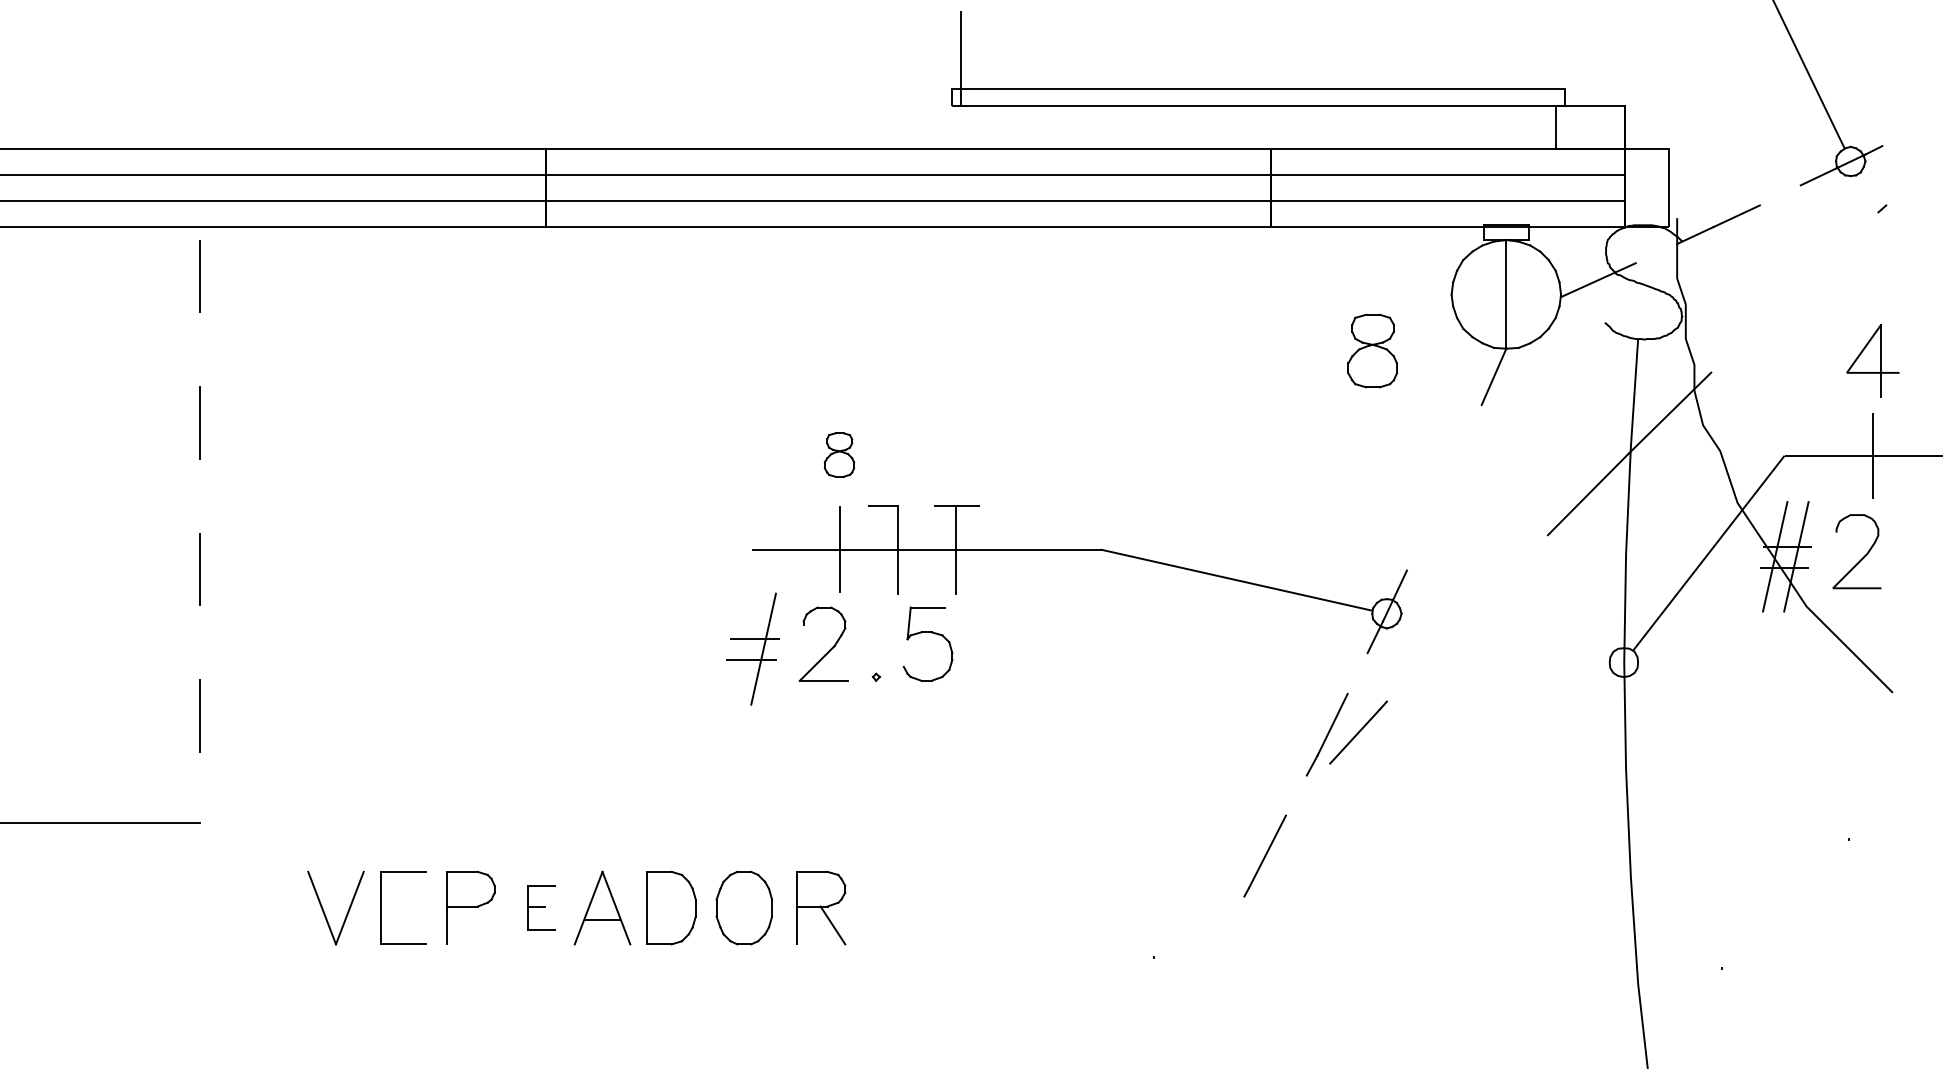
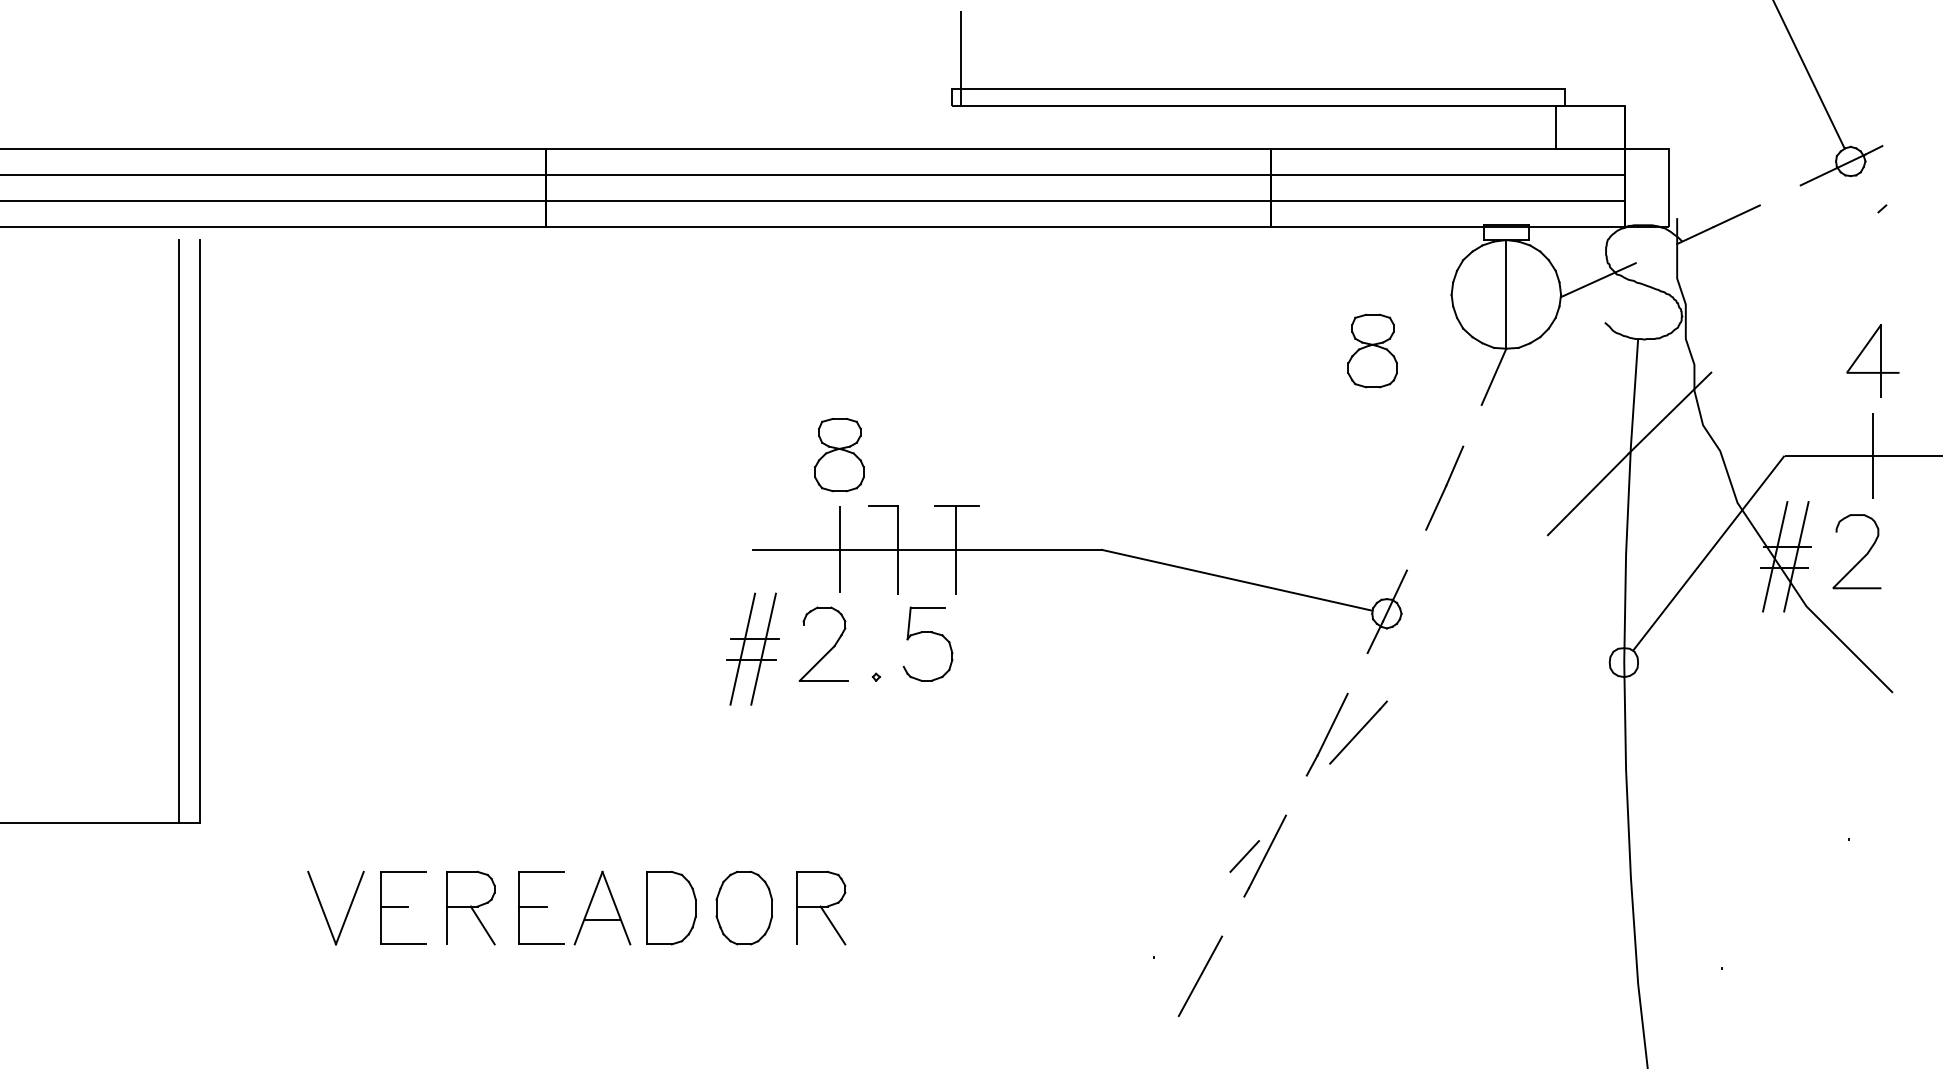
part at (839, 454) size: 33x46 px -> 51x76 px
line at (1444, 487): none -> present
line at (178, 531): none -> present
line at (200, 531): dashed -> solid
line at (742, 648): none -> present
line at (1244, 856): none -> present
line at (394, 906): none -> present
part at (541, 907) size: 29x46 px -> 47x74 px
line at (482, 925): none -> present
line at (1200, 976): none -> present
